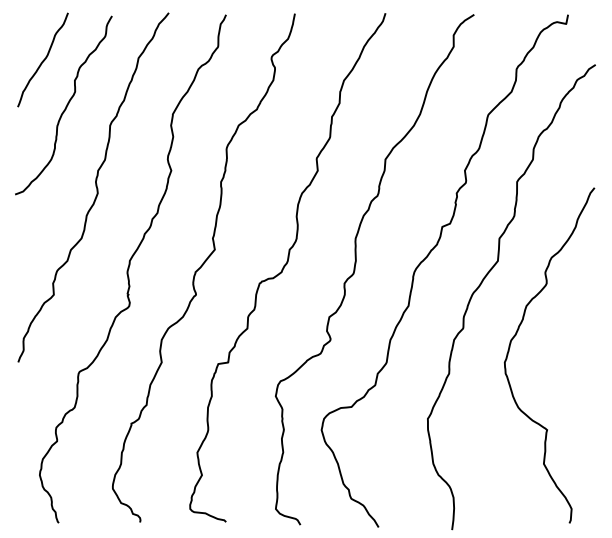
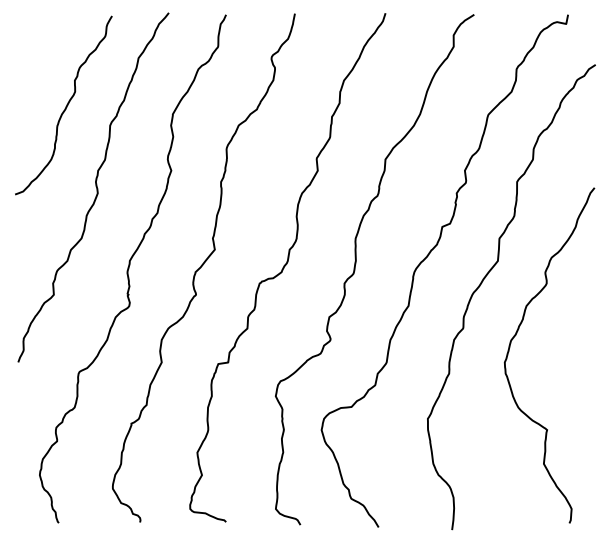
curve at (43, 59): present -> none
